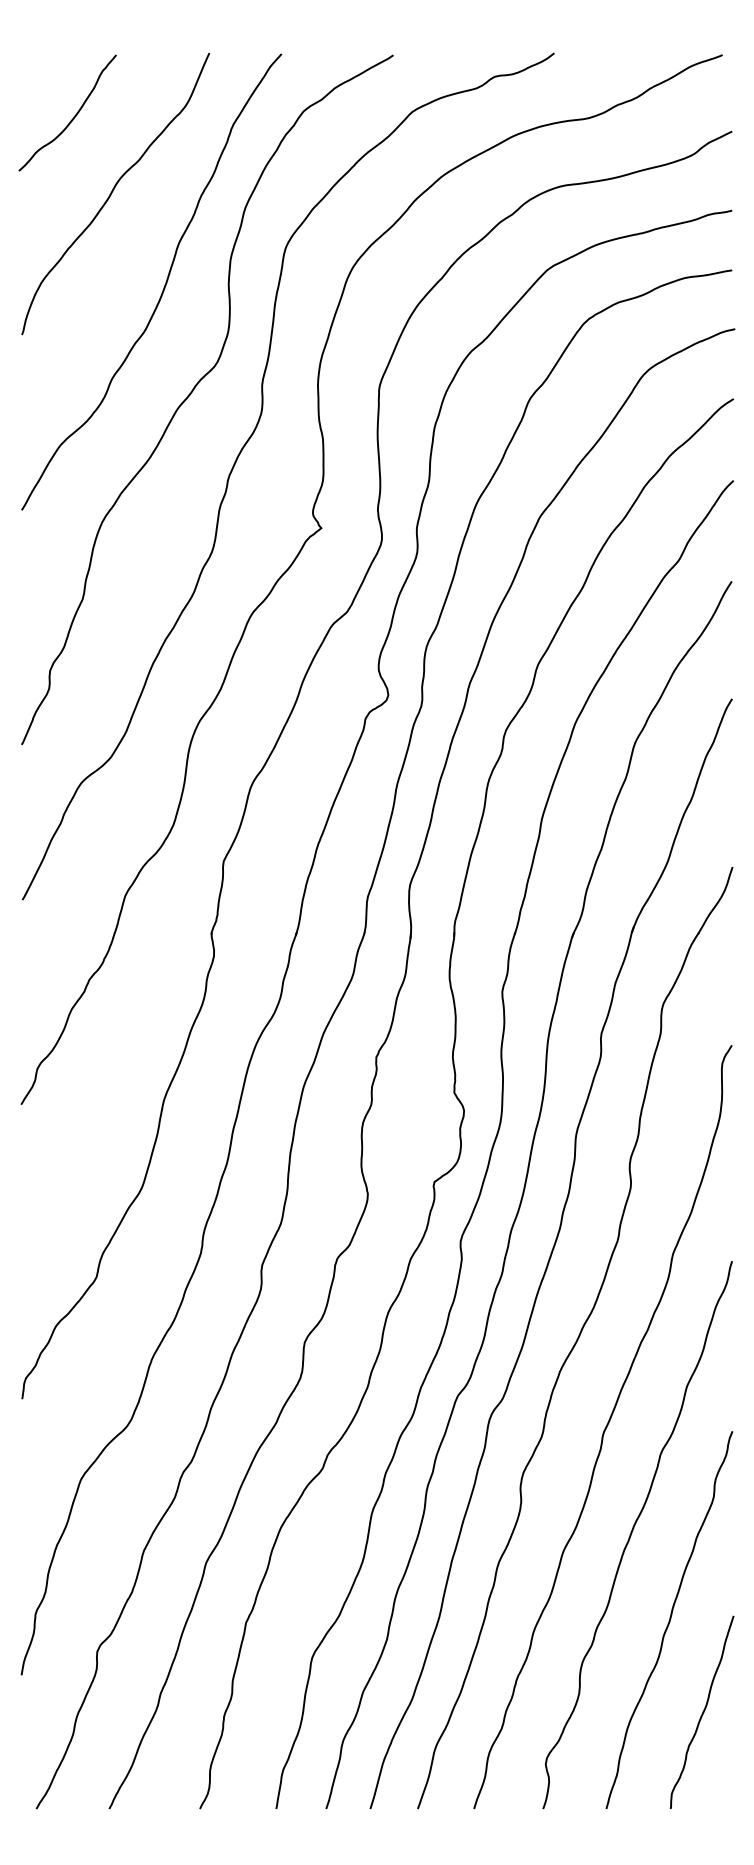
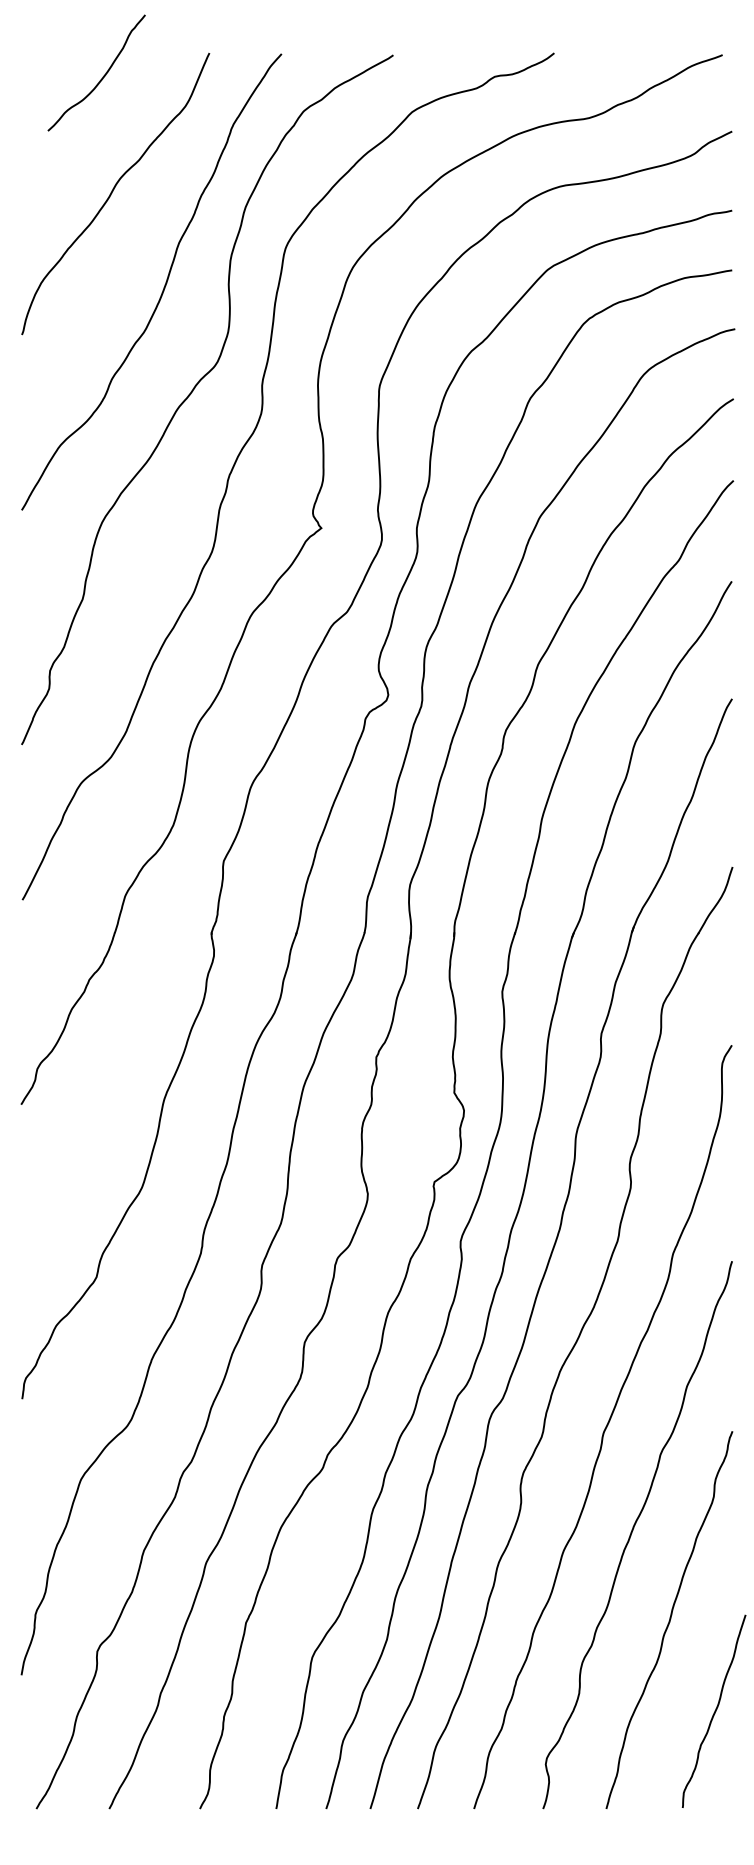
curve at (73, 116) position: (73, 116) -> (102, 76)
curve at (702, 1711) position: (702, 1711) -> (714, 1710)
